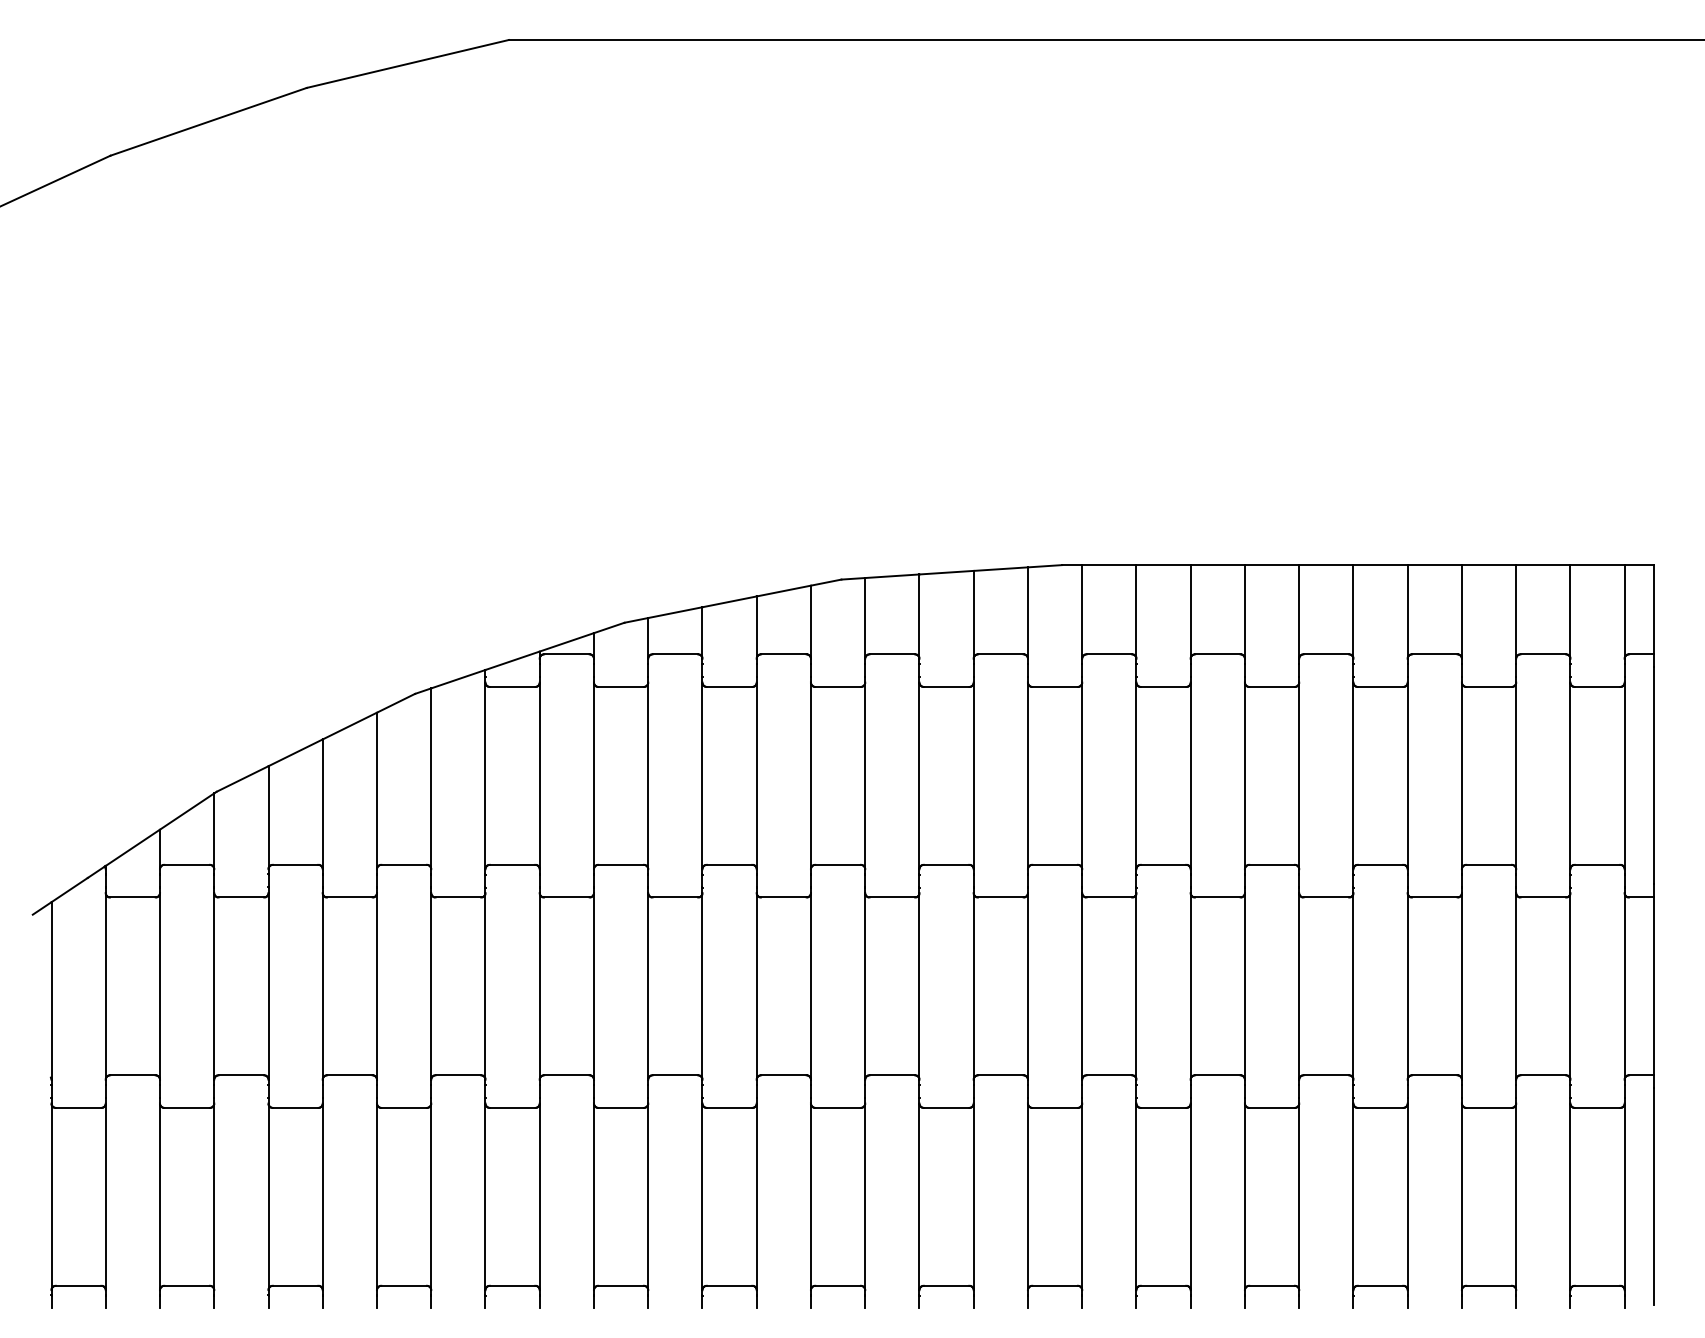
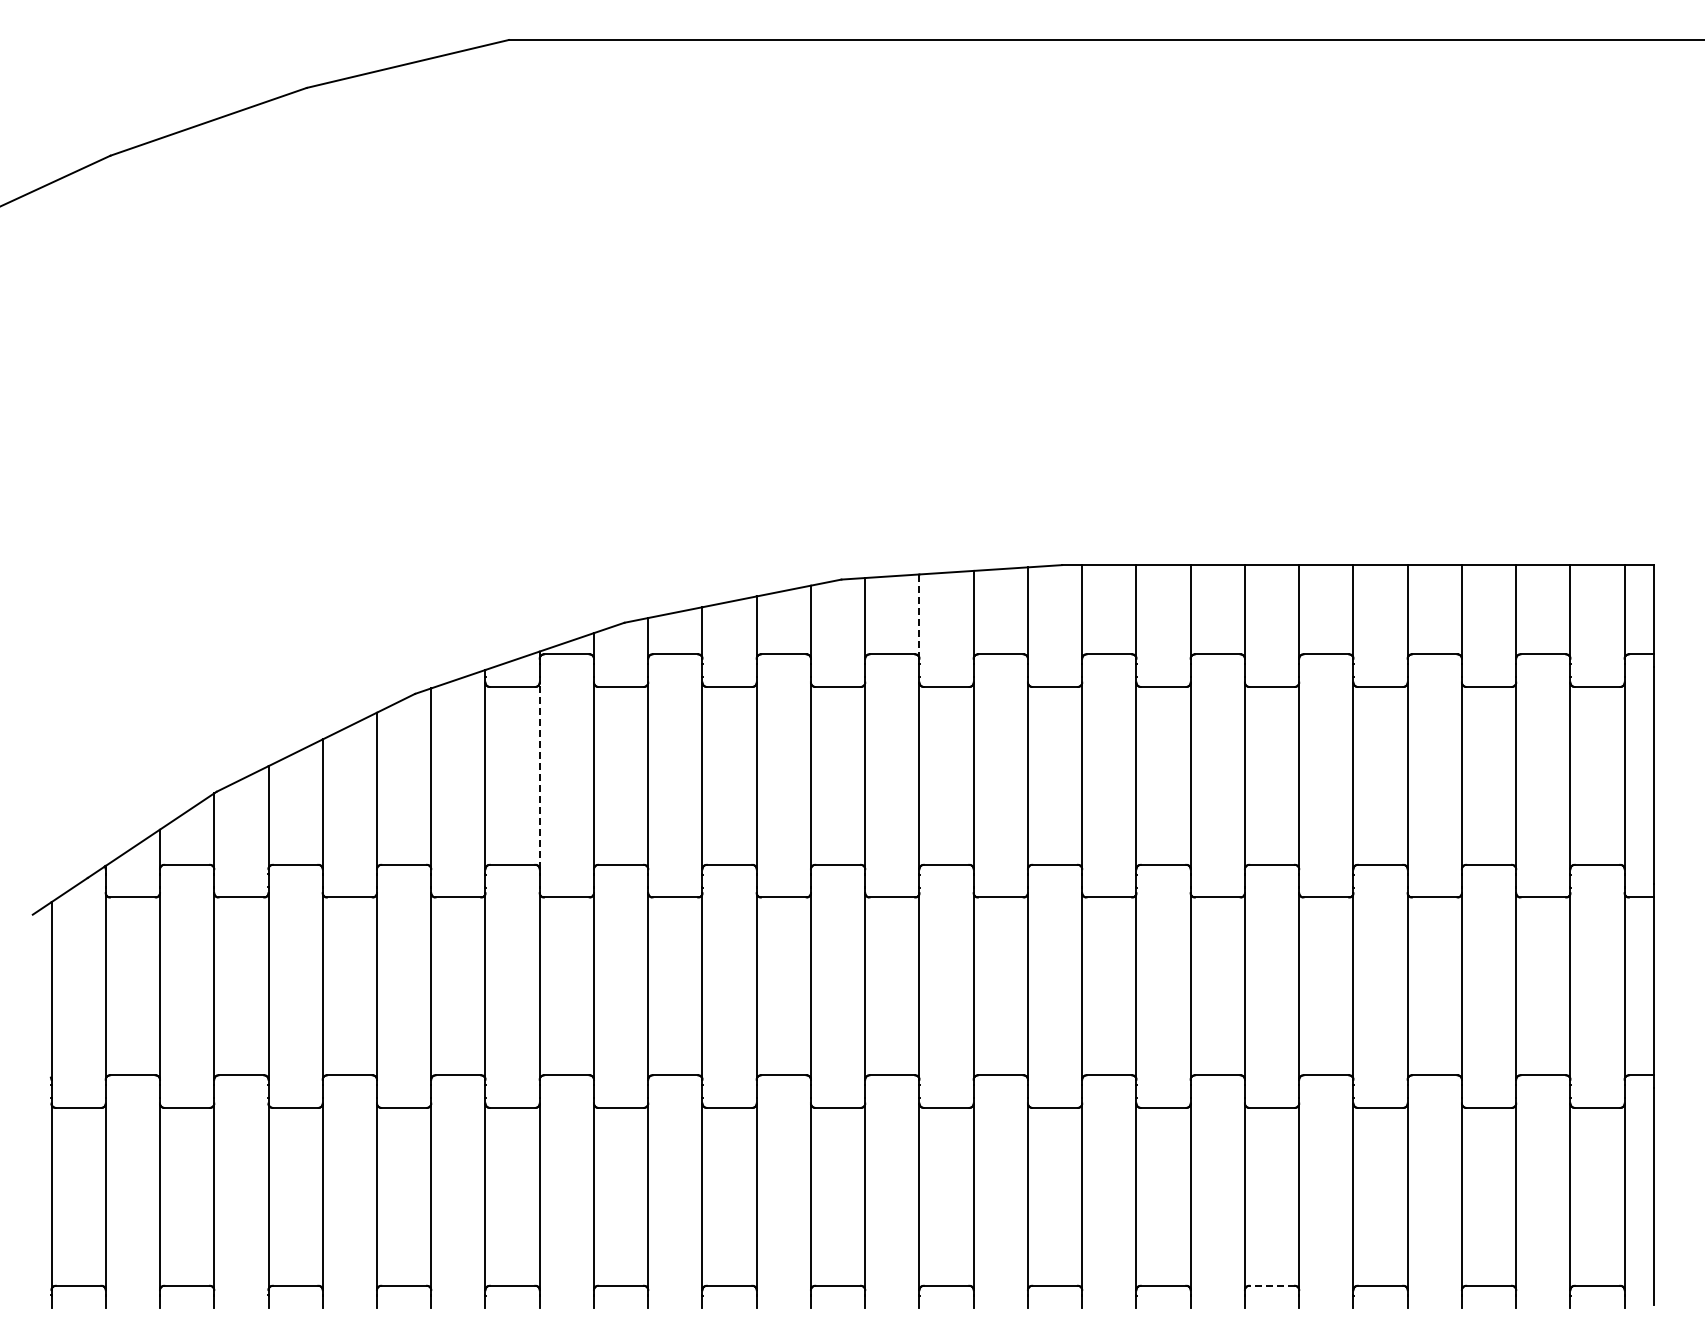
line at (919, 616): solid -> dashed
line at (539, 775): solid -> dashed
line at (1272, 1285): solid -> dashed
